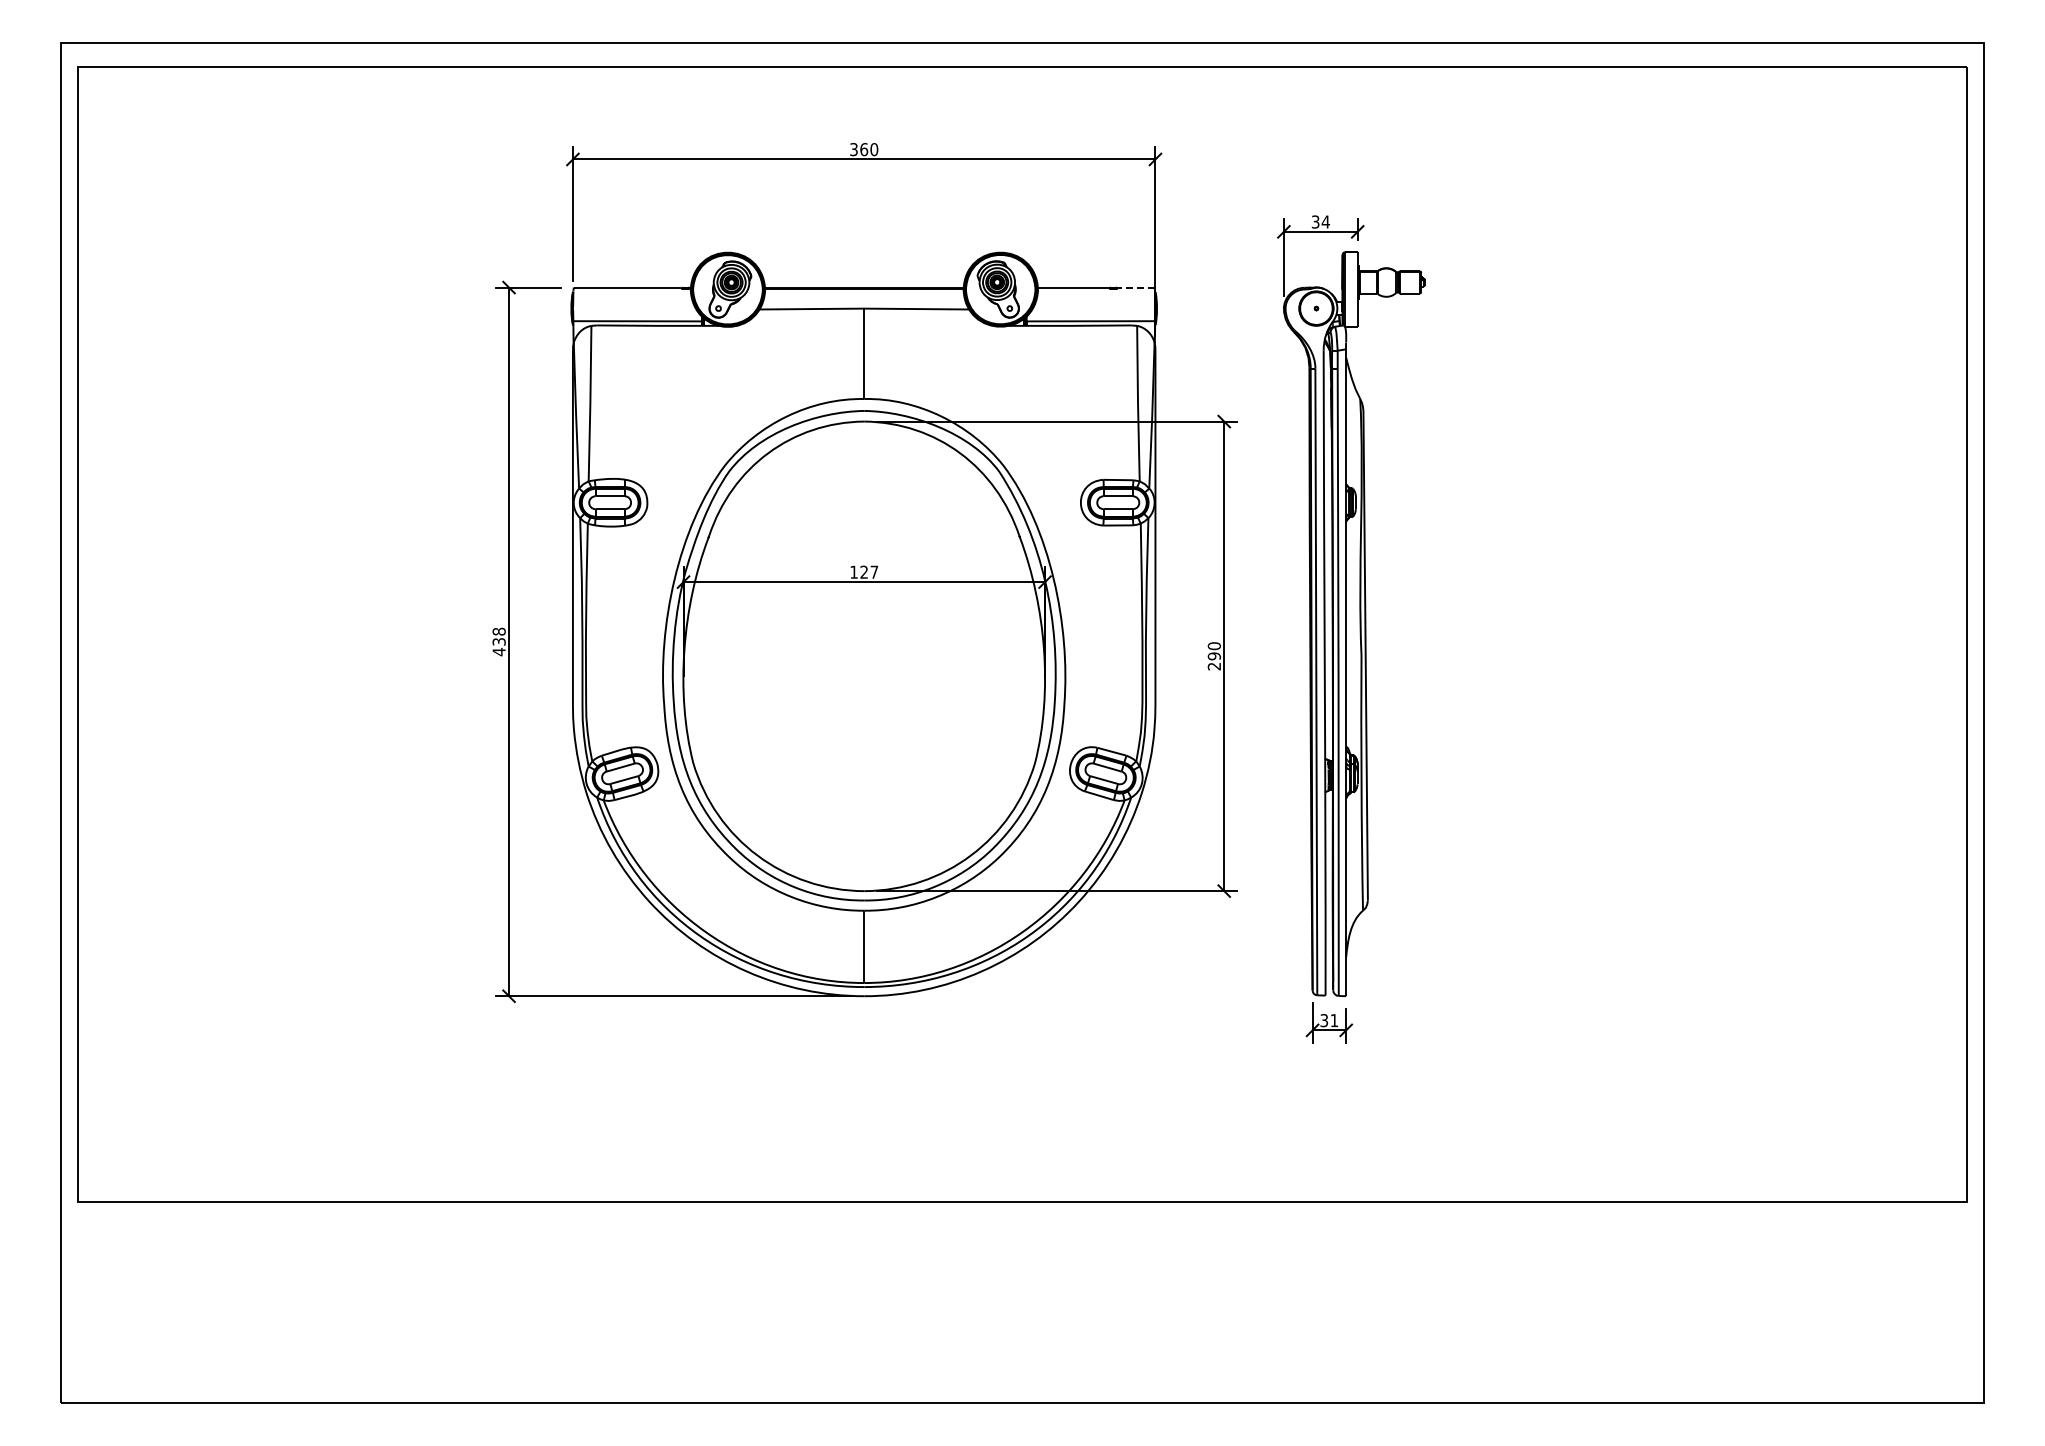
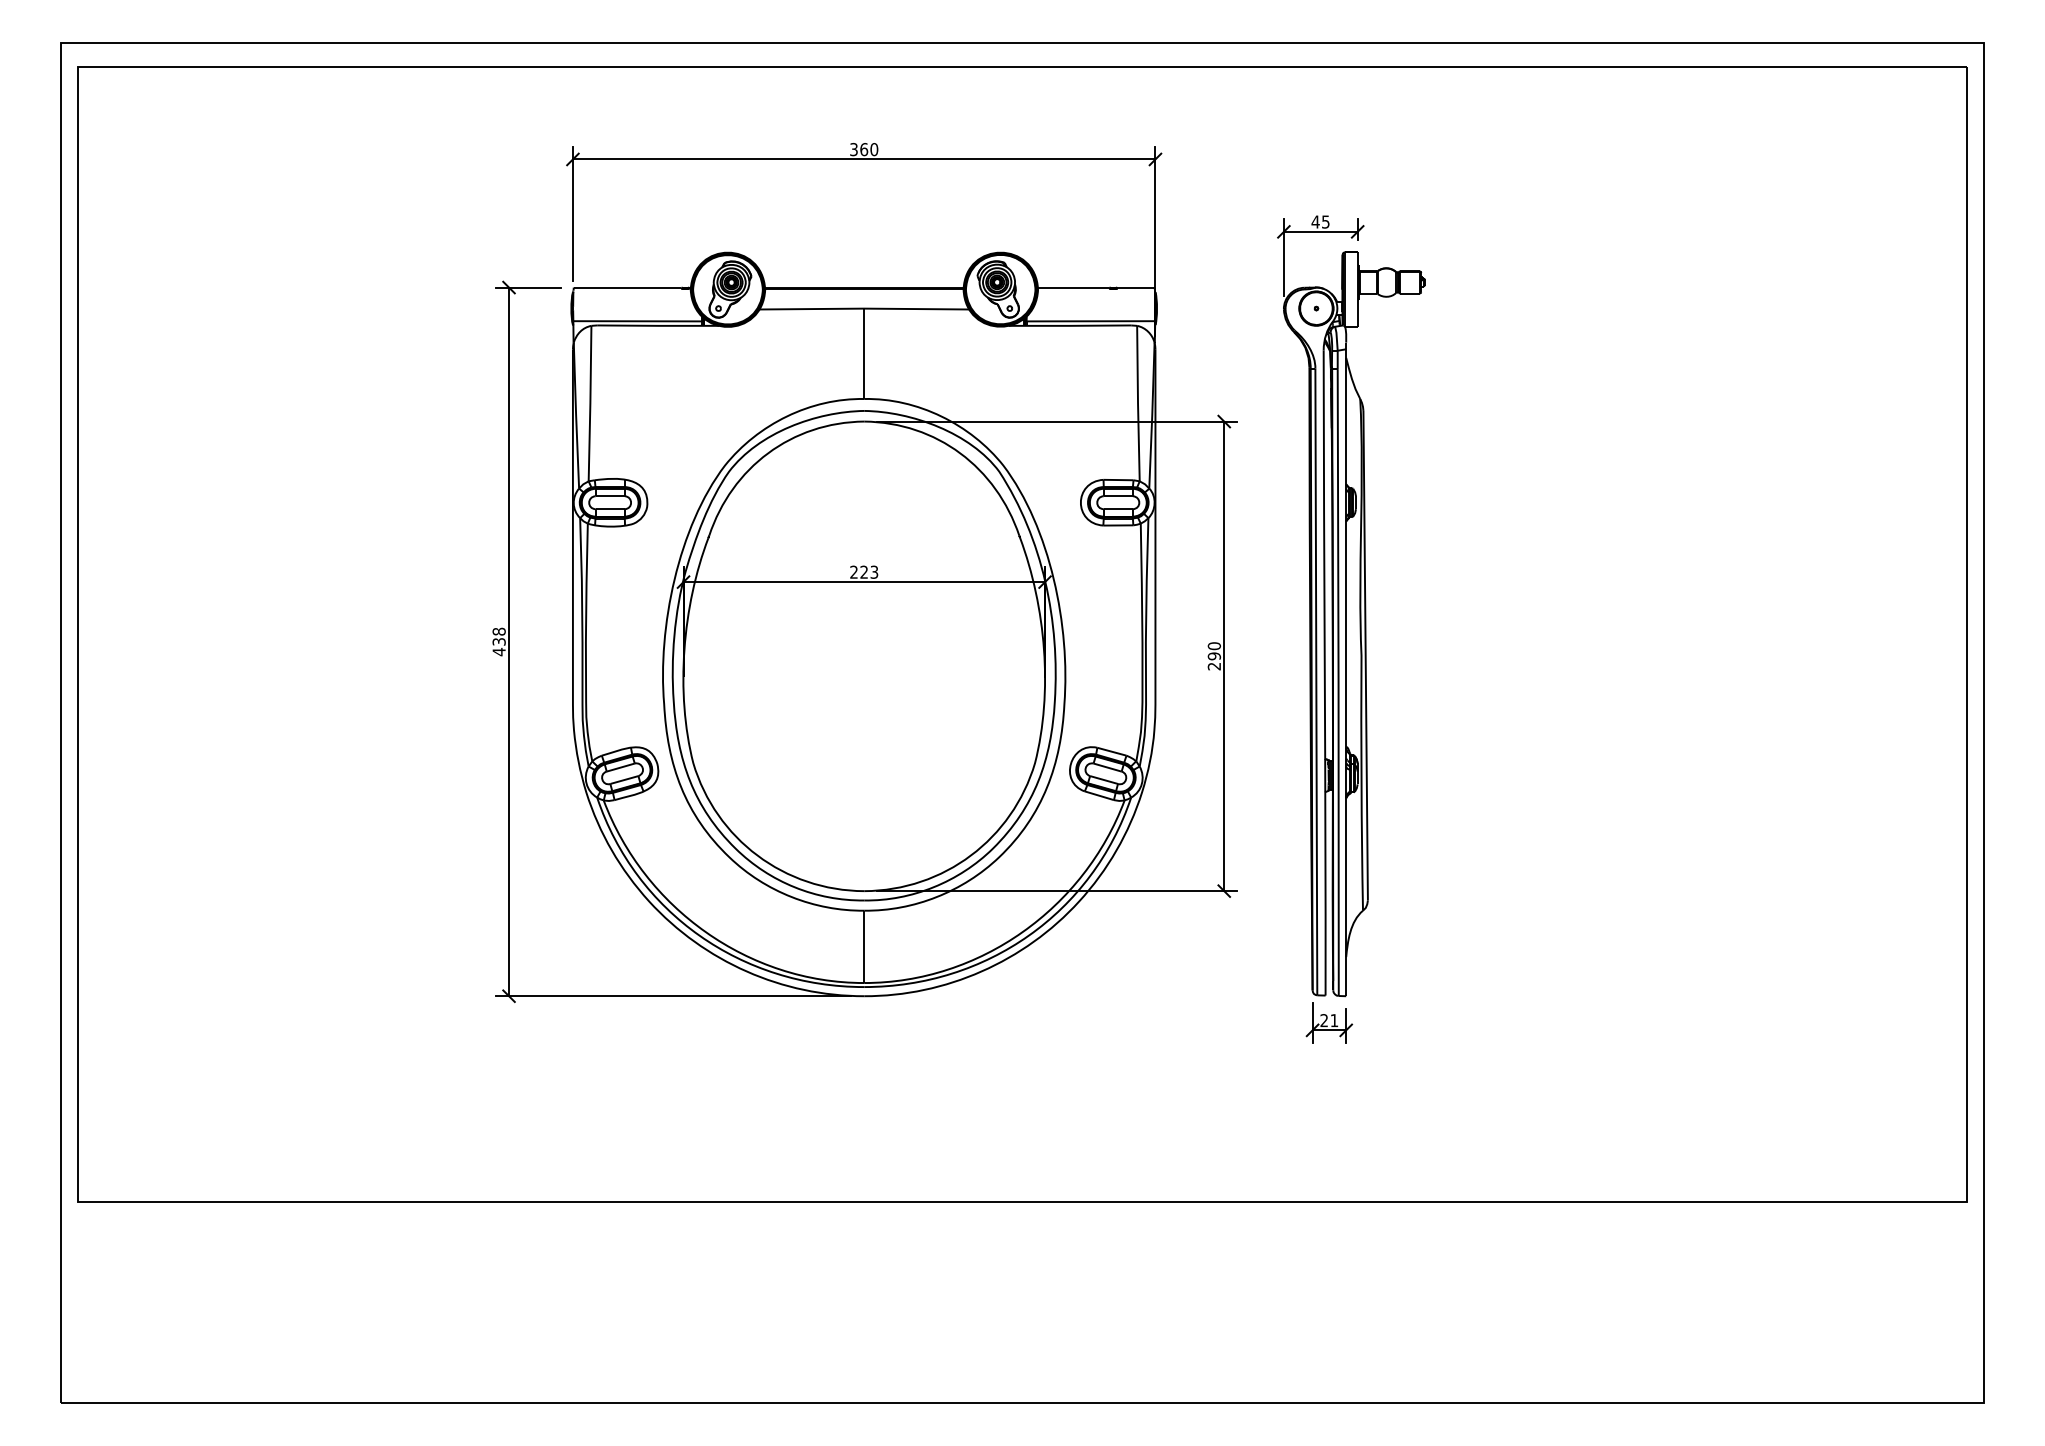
text at (1320, 221): 34 -> 45
line at (1135, 287): dashed -> solid
text at (864, 571): 127 -> 223
text at (1324, 1020): 31 -> 21
